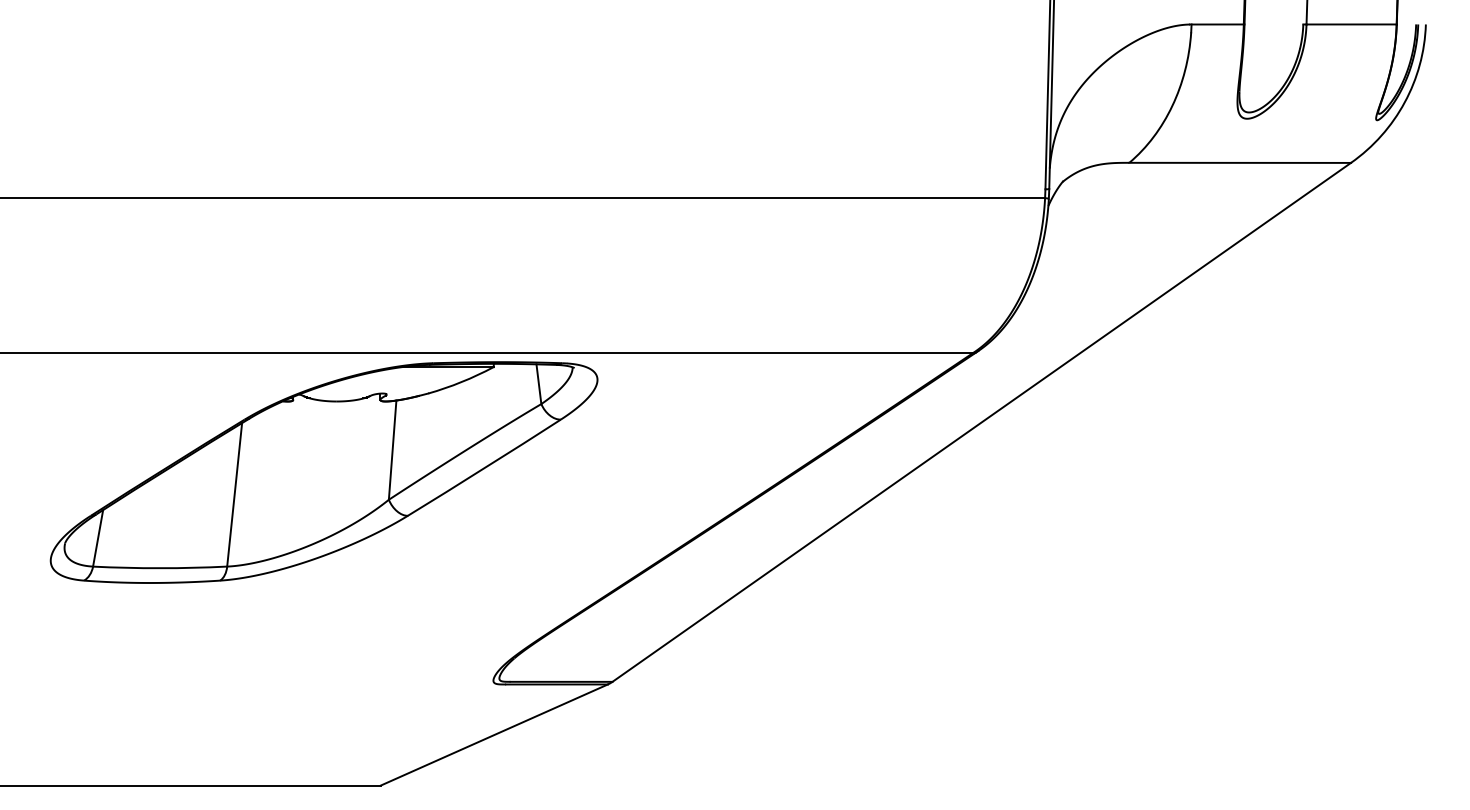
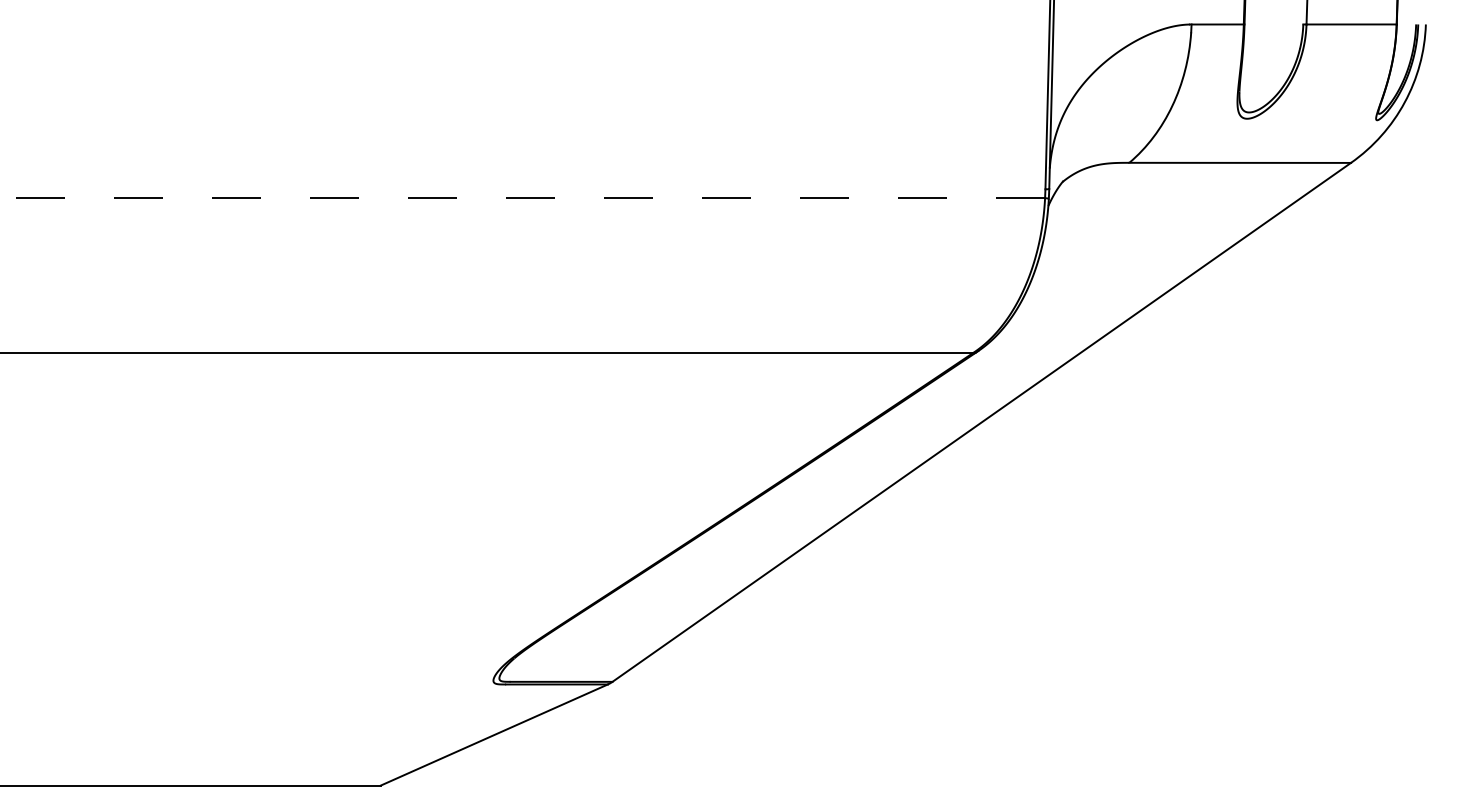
line at (522, 198): solid -> dashed
part at (323, 472): present -> none
